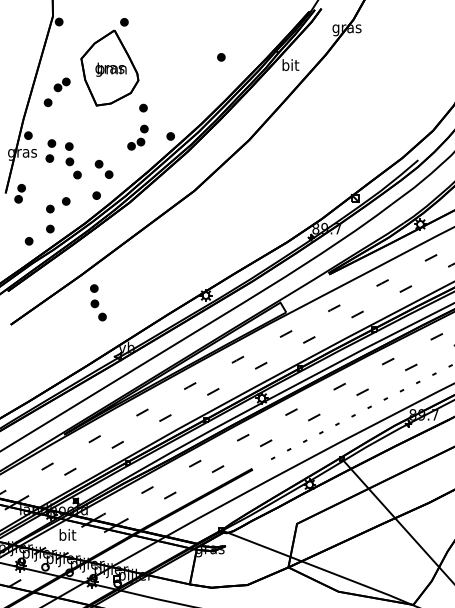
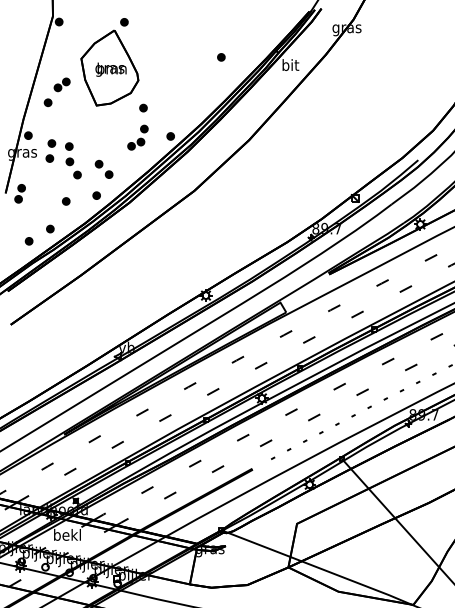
part at (50, 208): present -> none
part at (98, 302): present -> none
text at (67, 534): bit -> bekl
